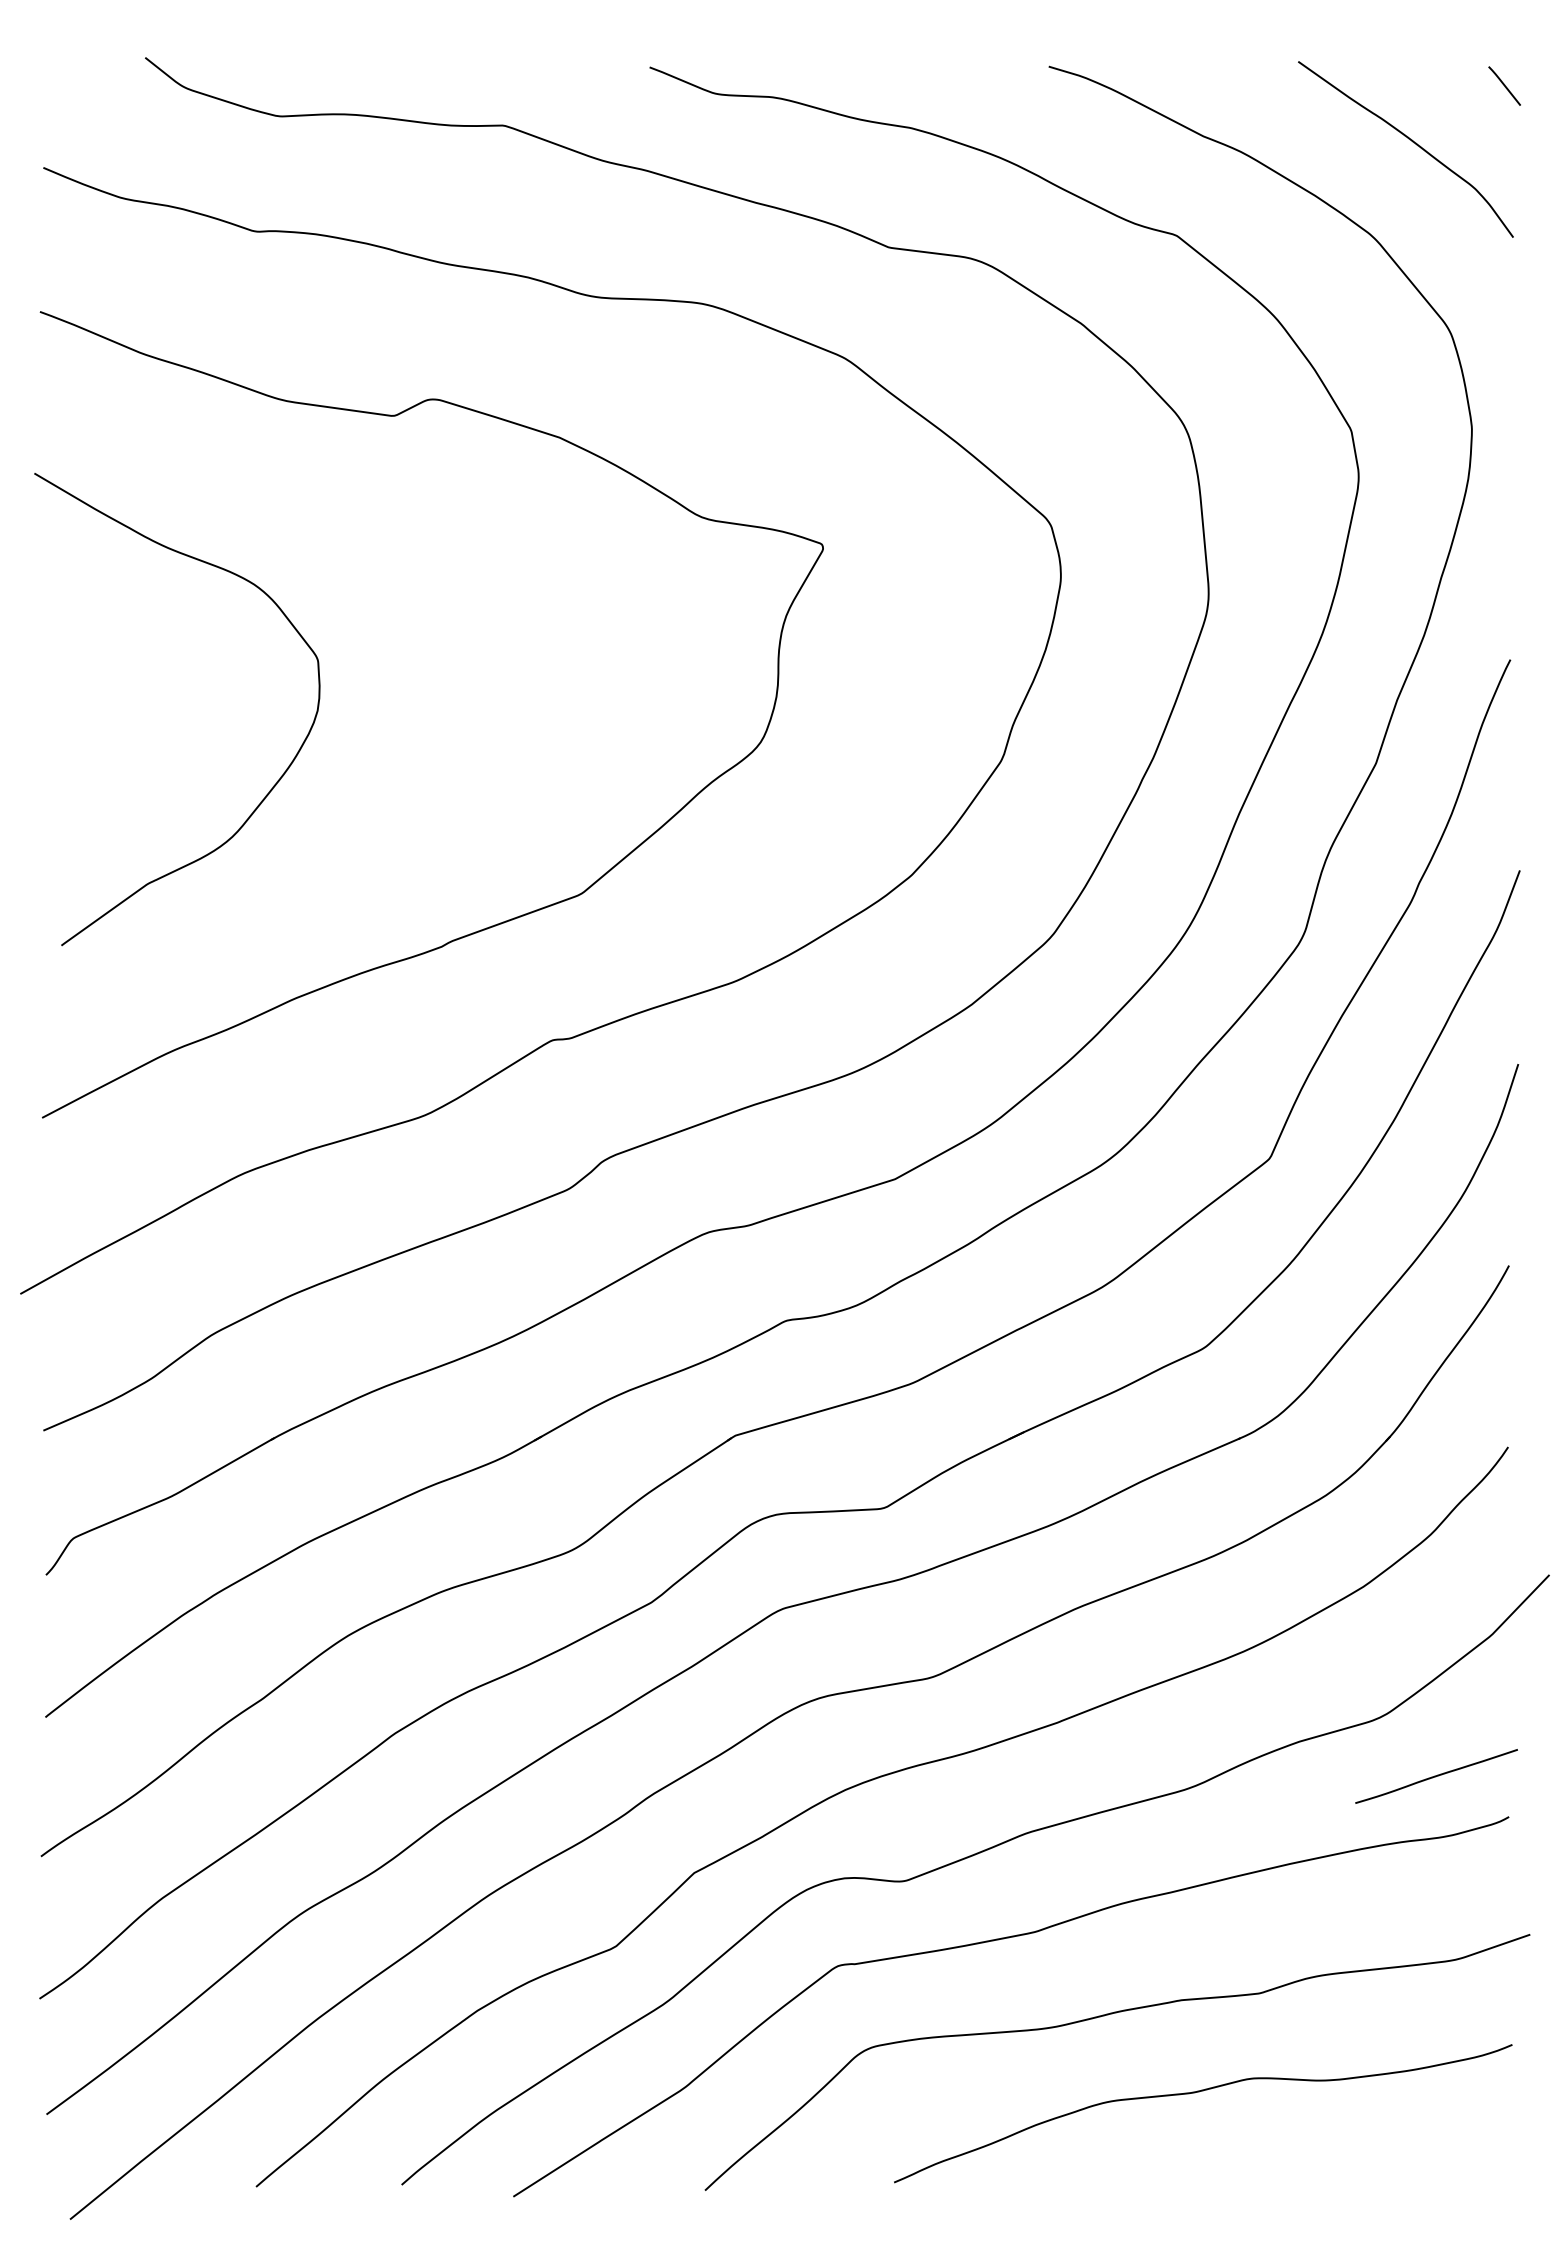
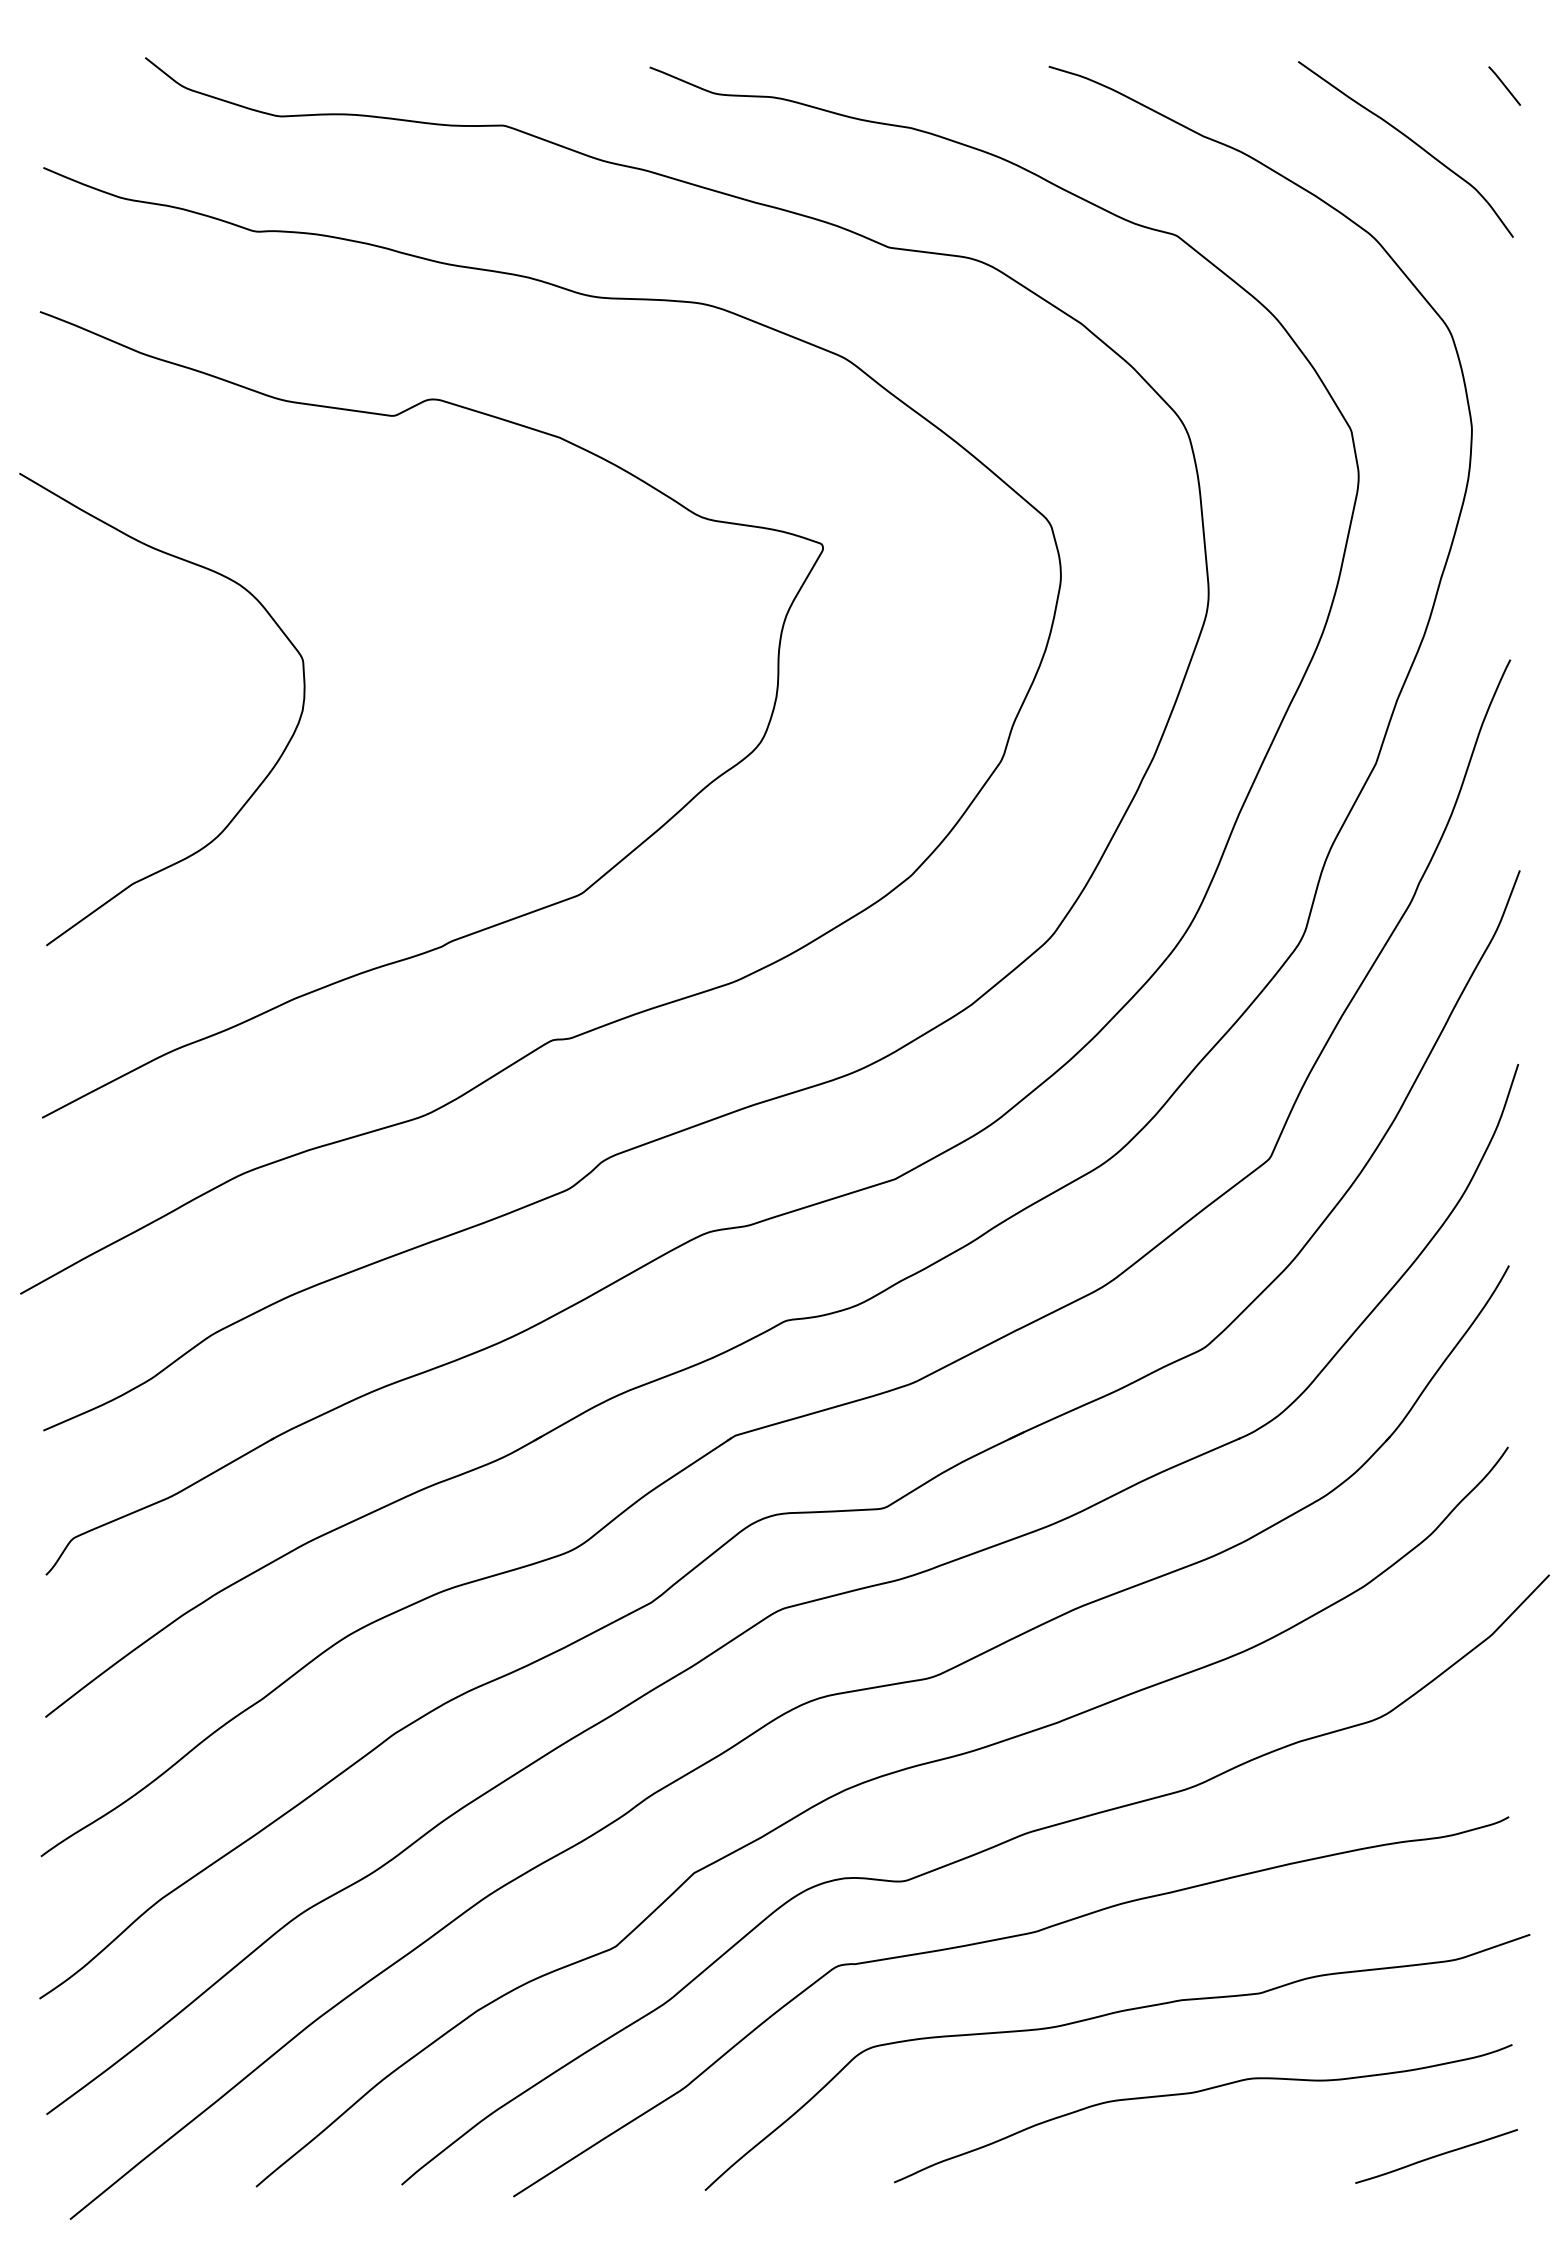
curve at (273, 785) position: (273, 785) -> (258, 785)
line at (1436, 1776) position: (1436, 1776) -> (1436, 2156)
